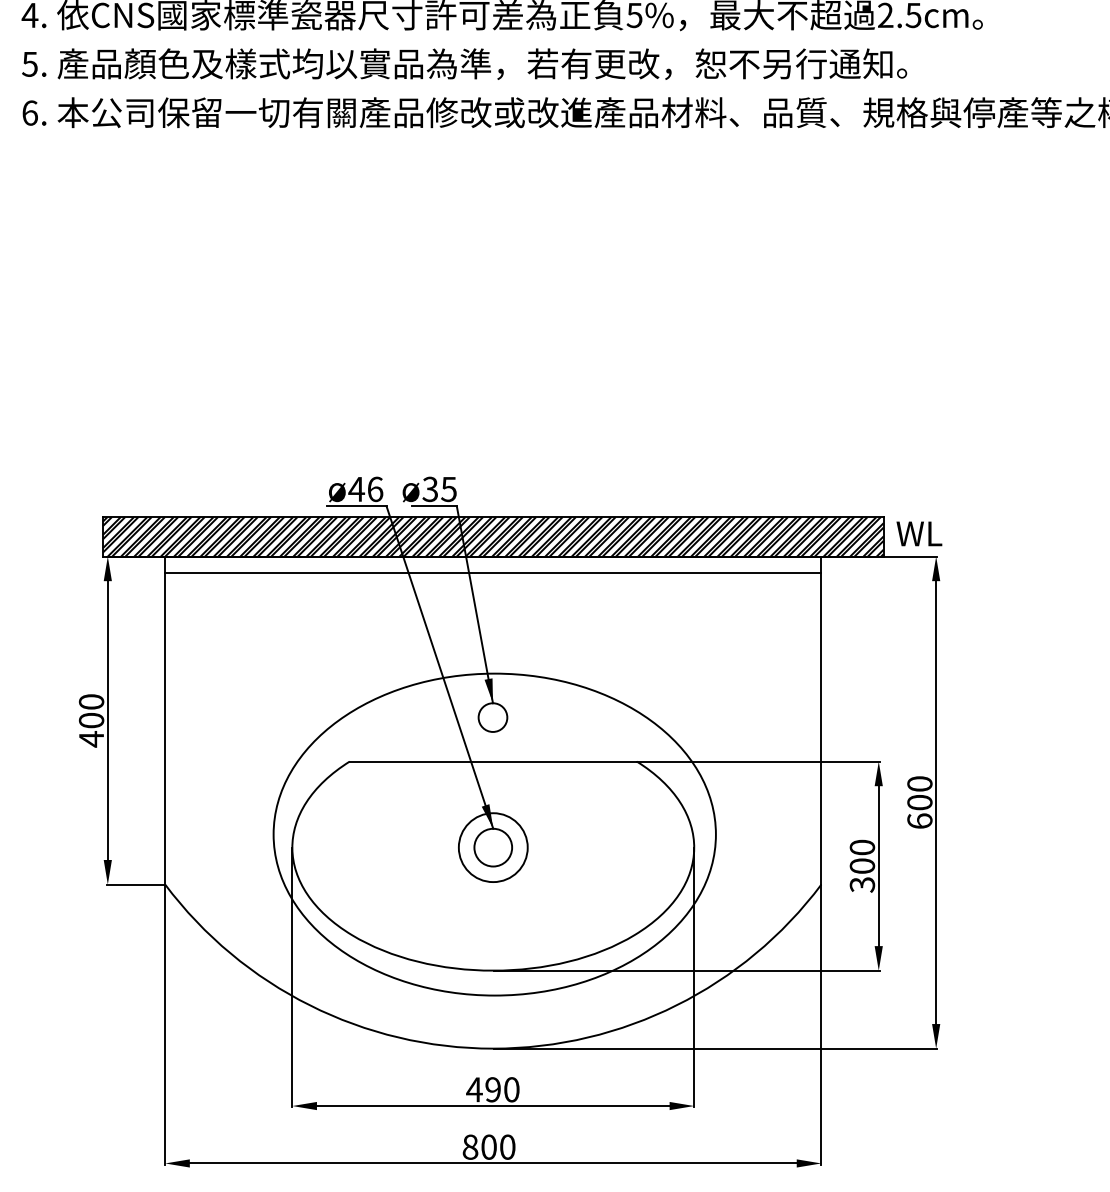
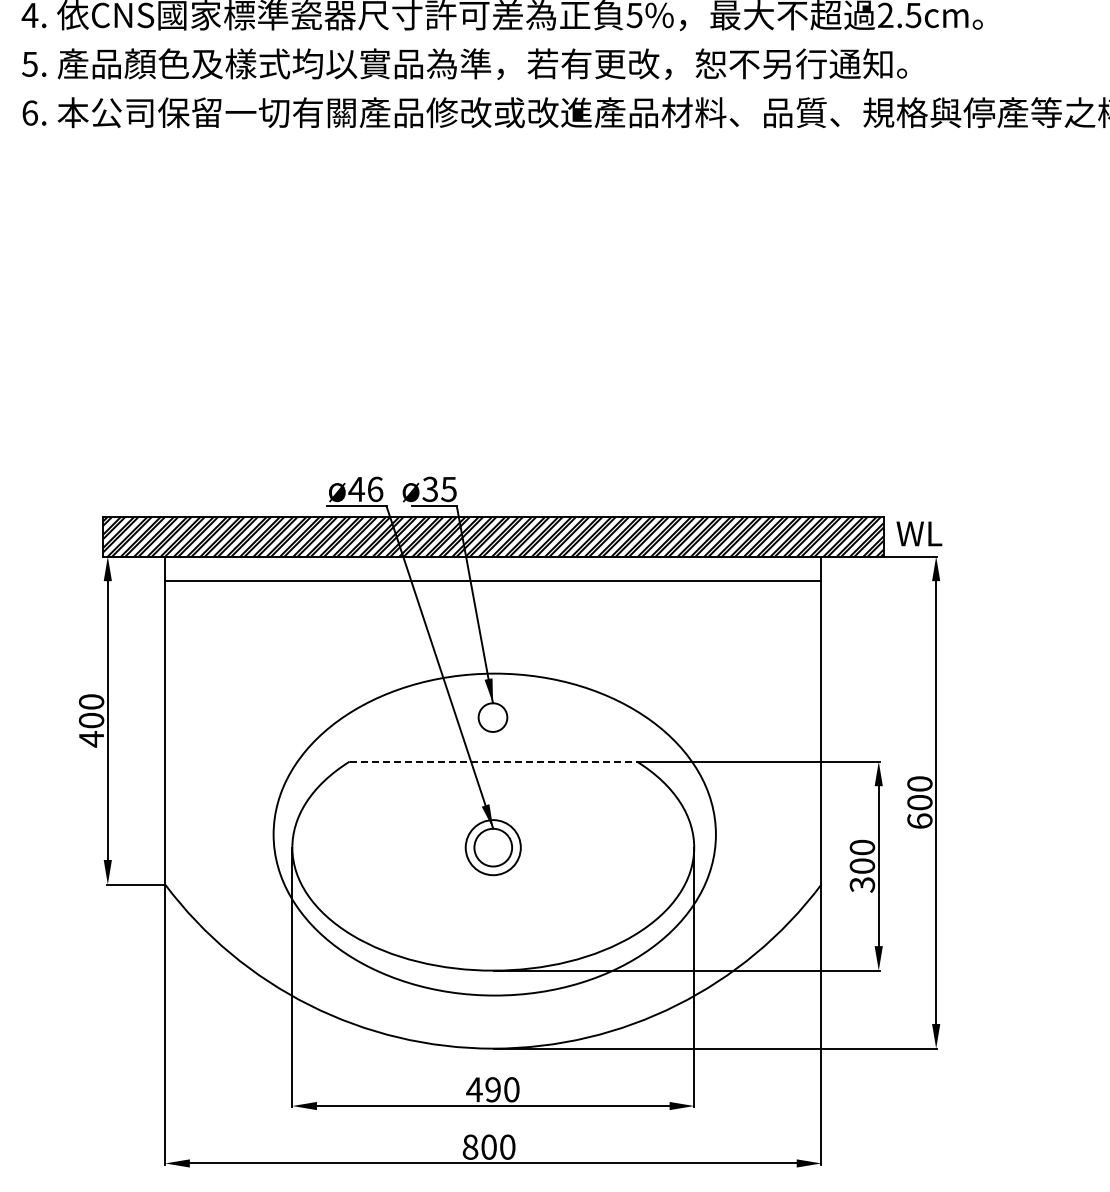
line at (493, 572) position: (493, 572) -> (493, 580)
line at (493, 761): solid -> dashed
circle at (492, 847) diameter: 69 px -> 55 px
